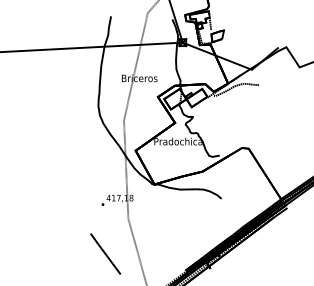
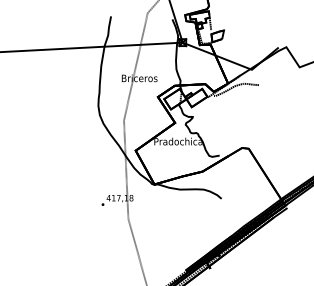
line at (105, 253): present -> none
